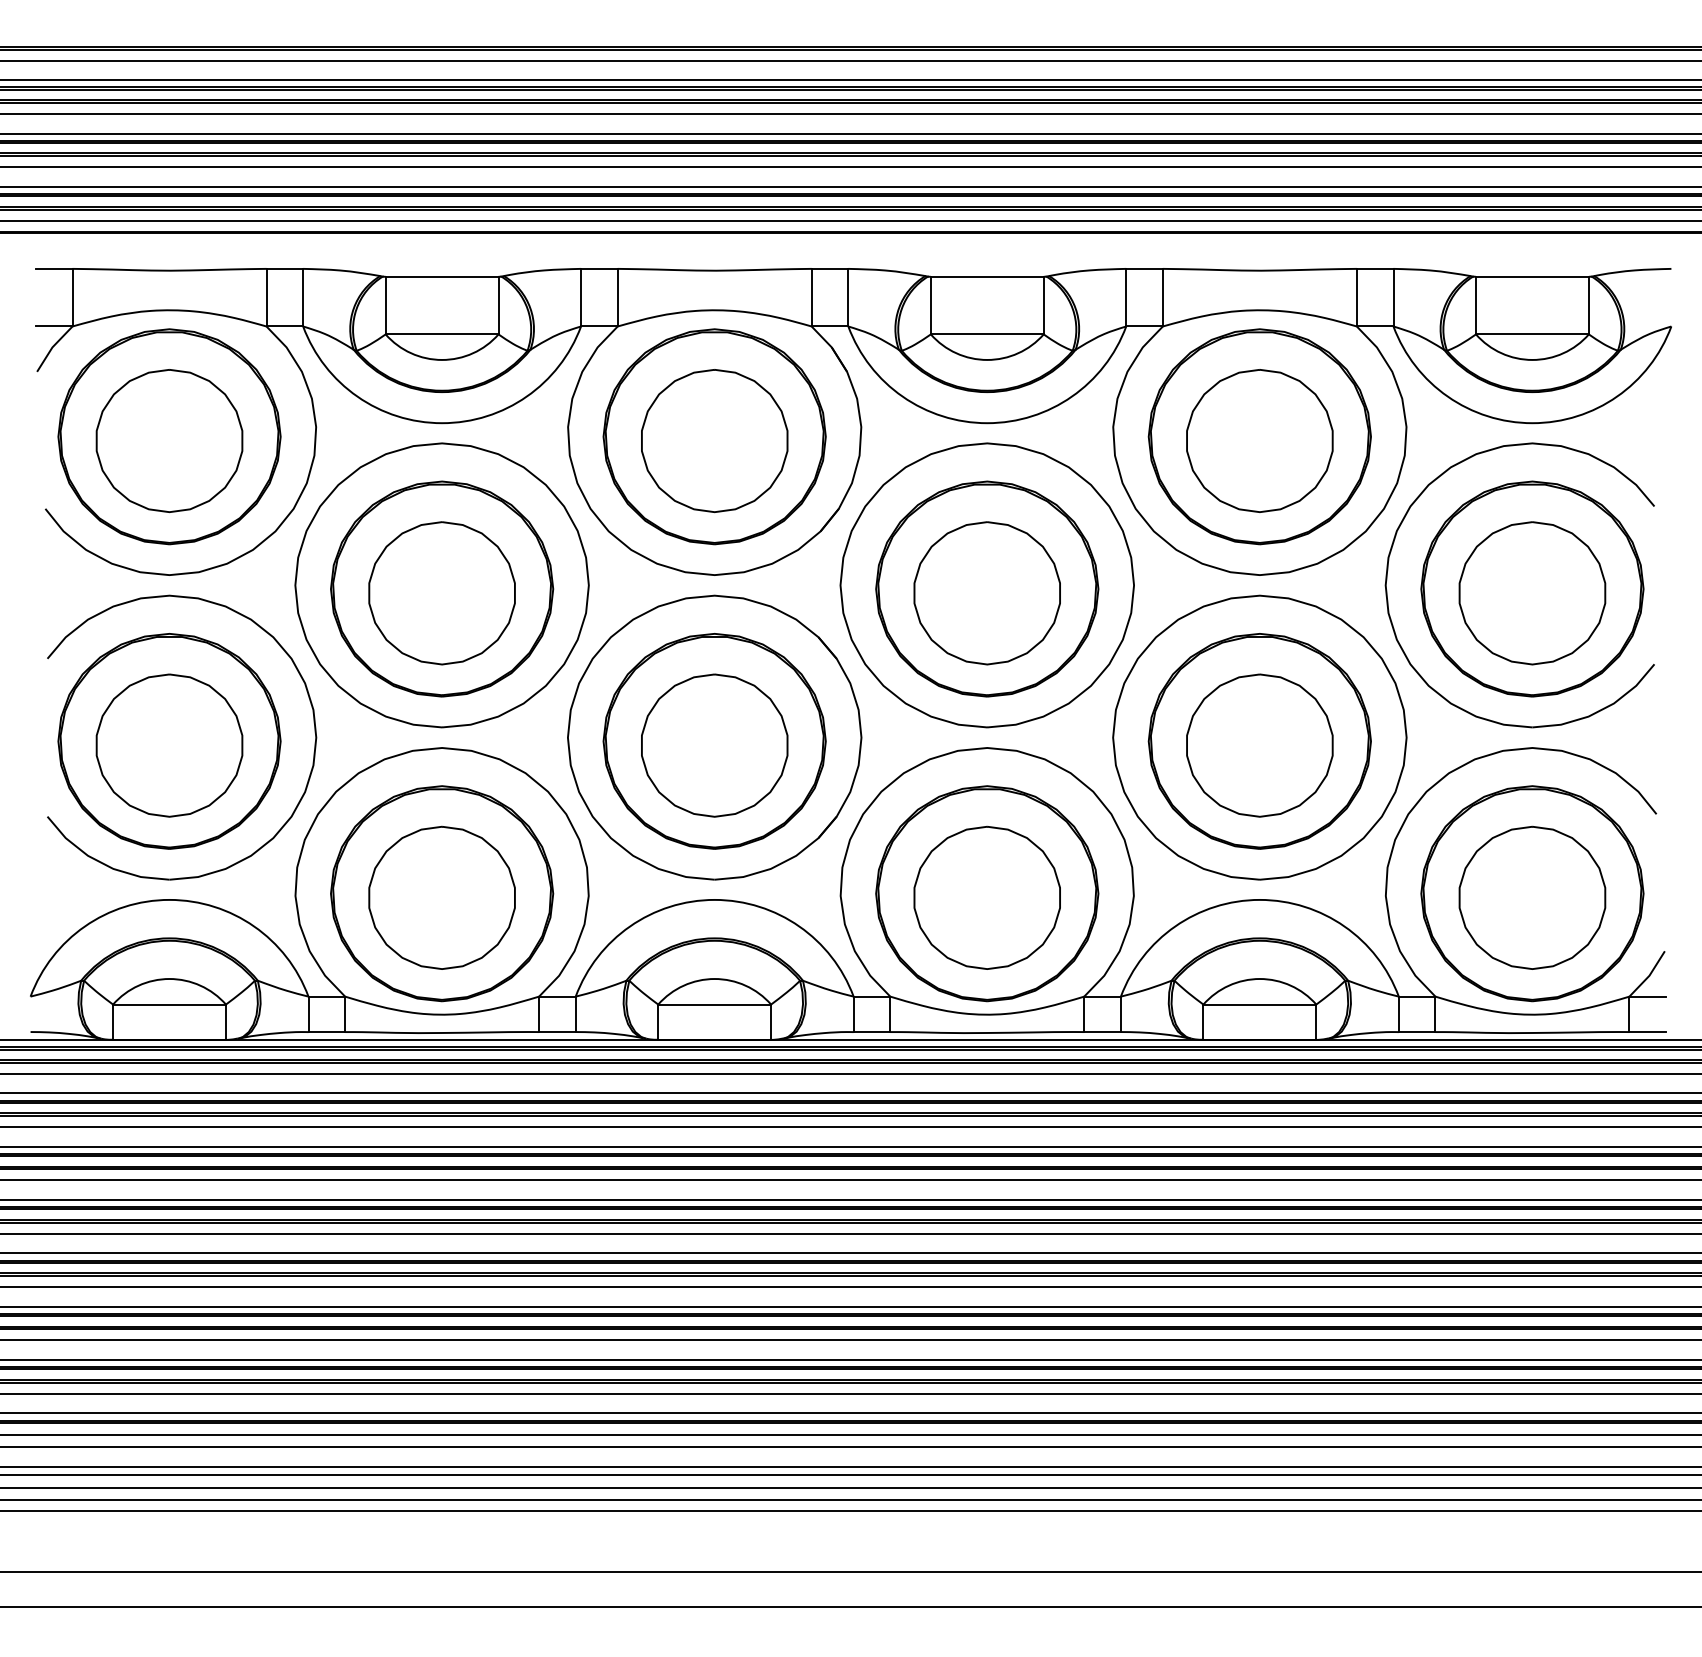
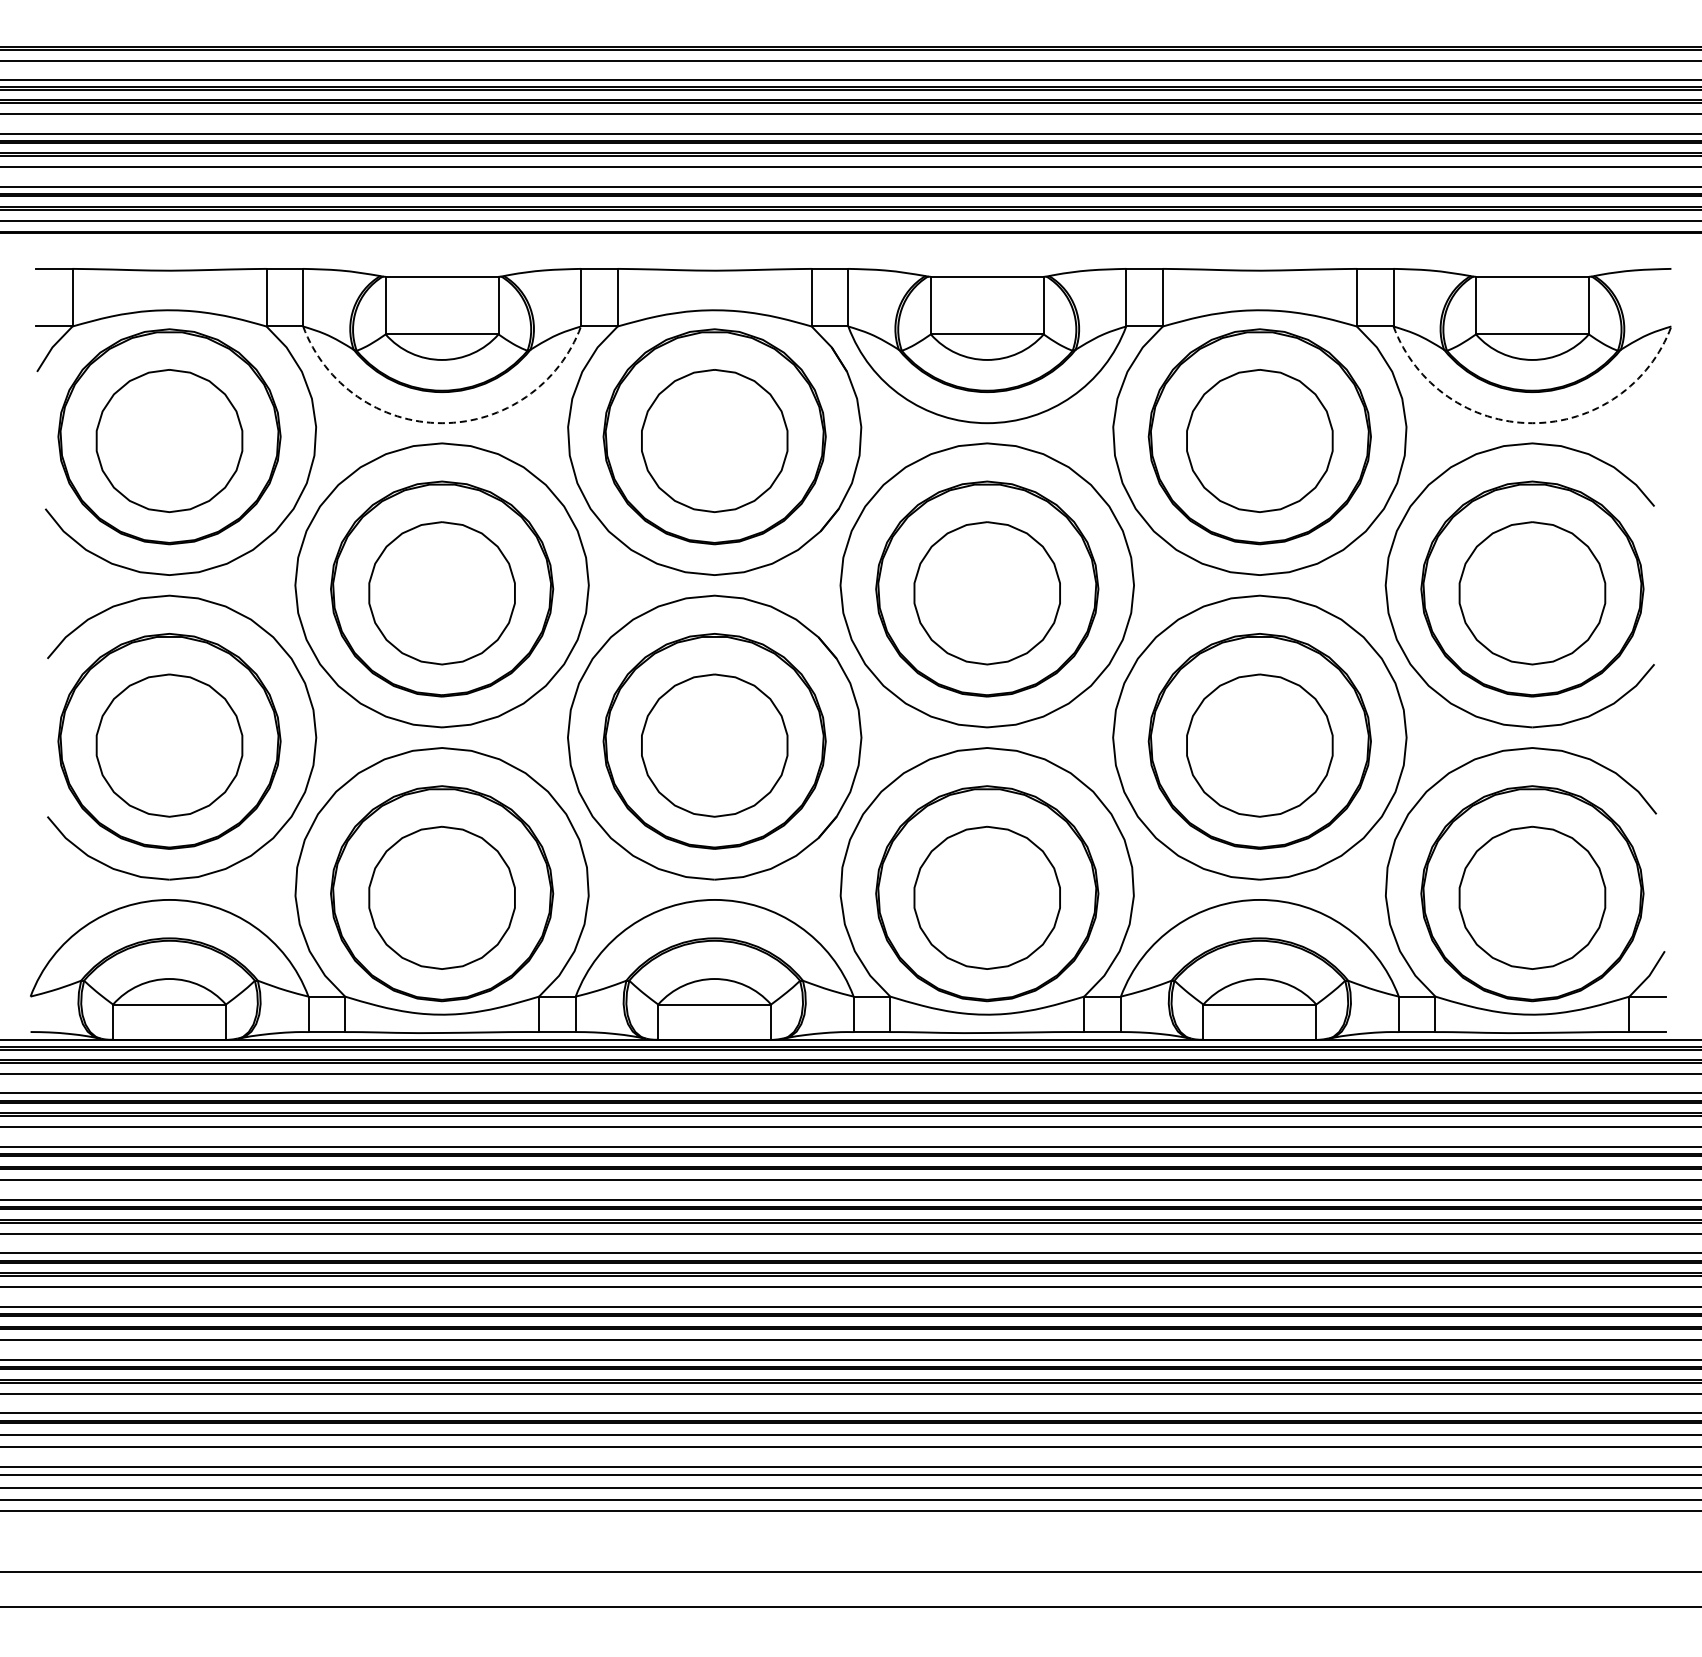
arc at (442, 423): solid -> dashed
arc at (1532, 423): solid -> dashed
